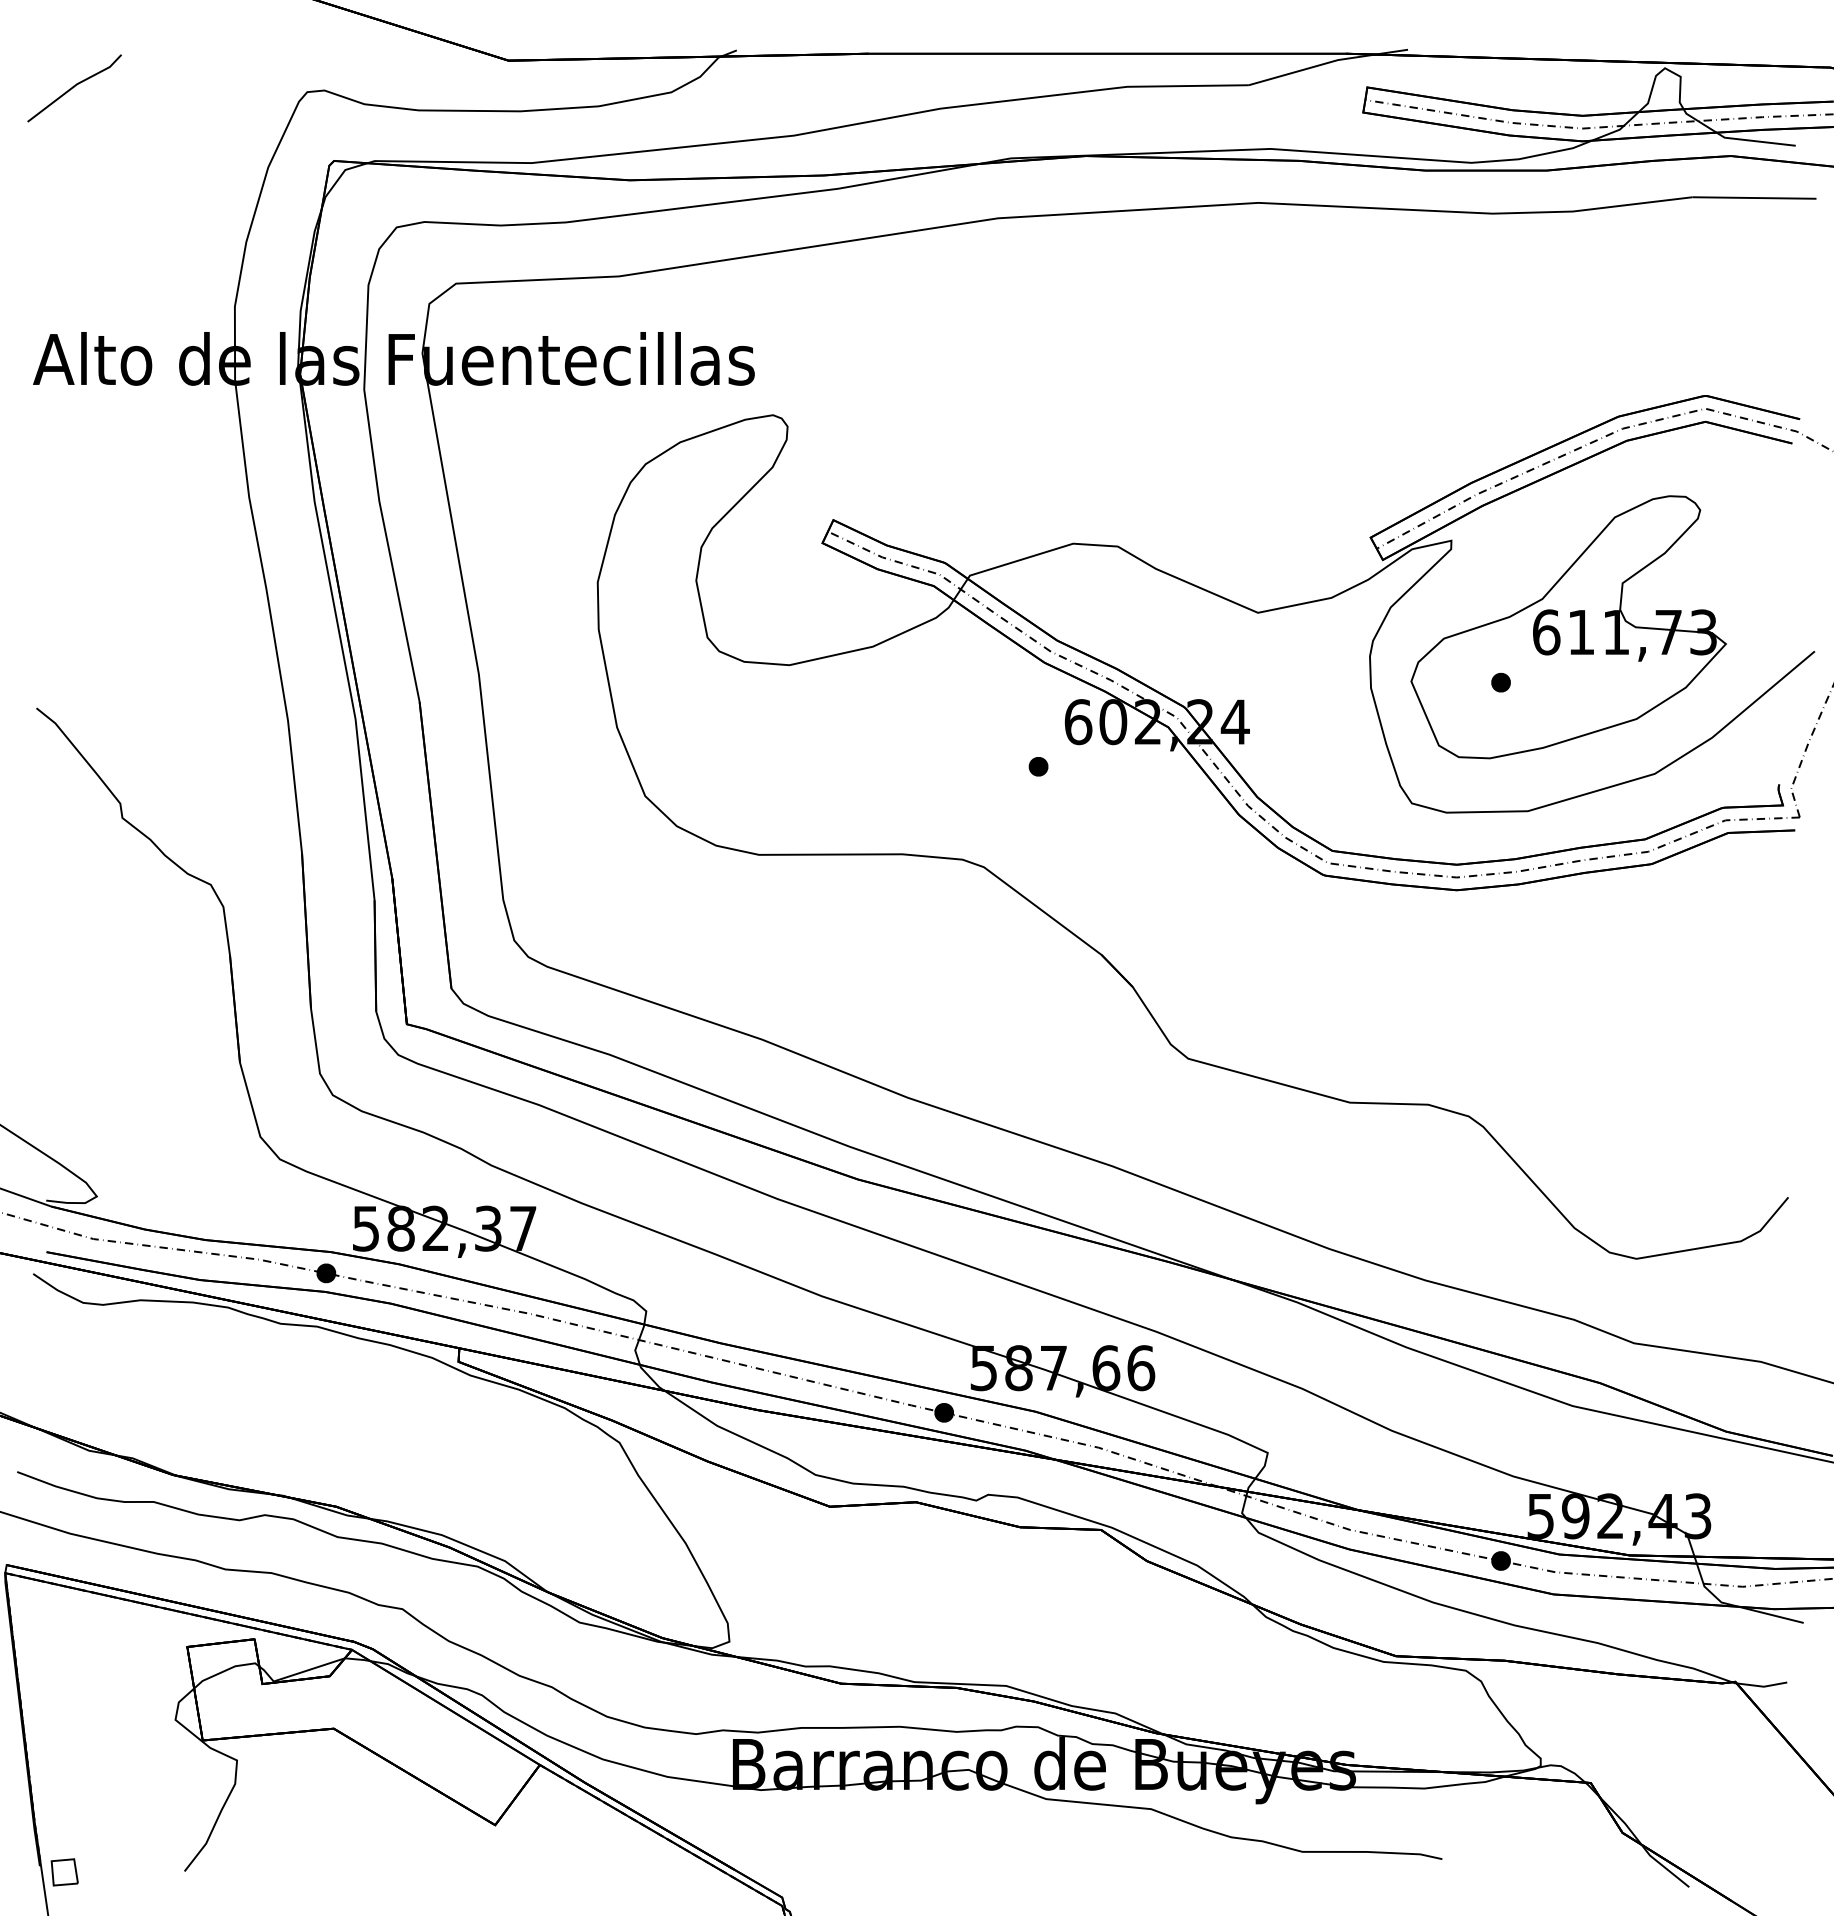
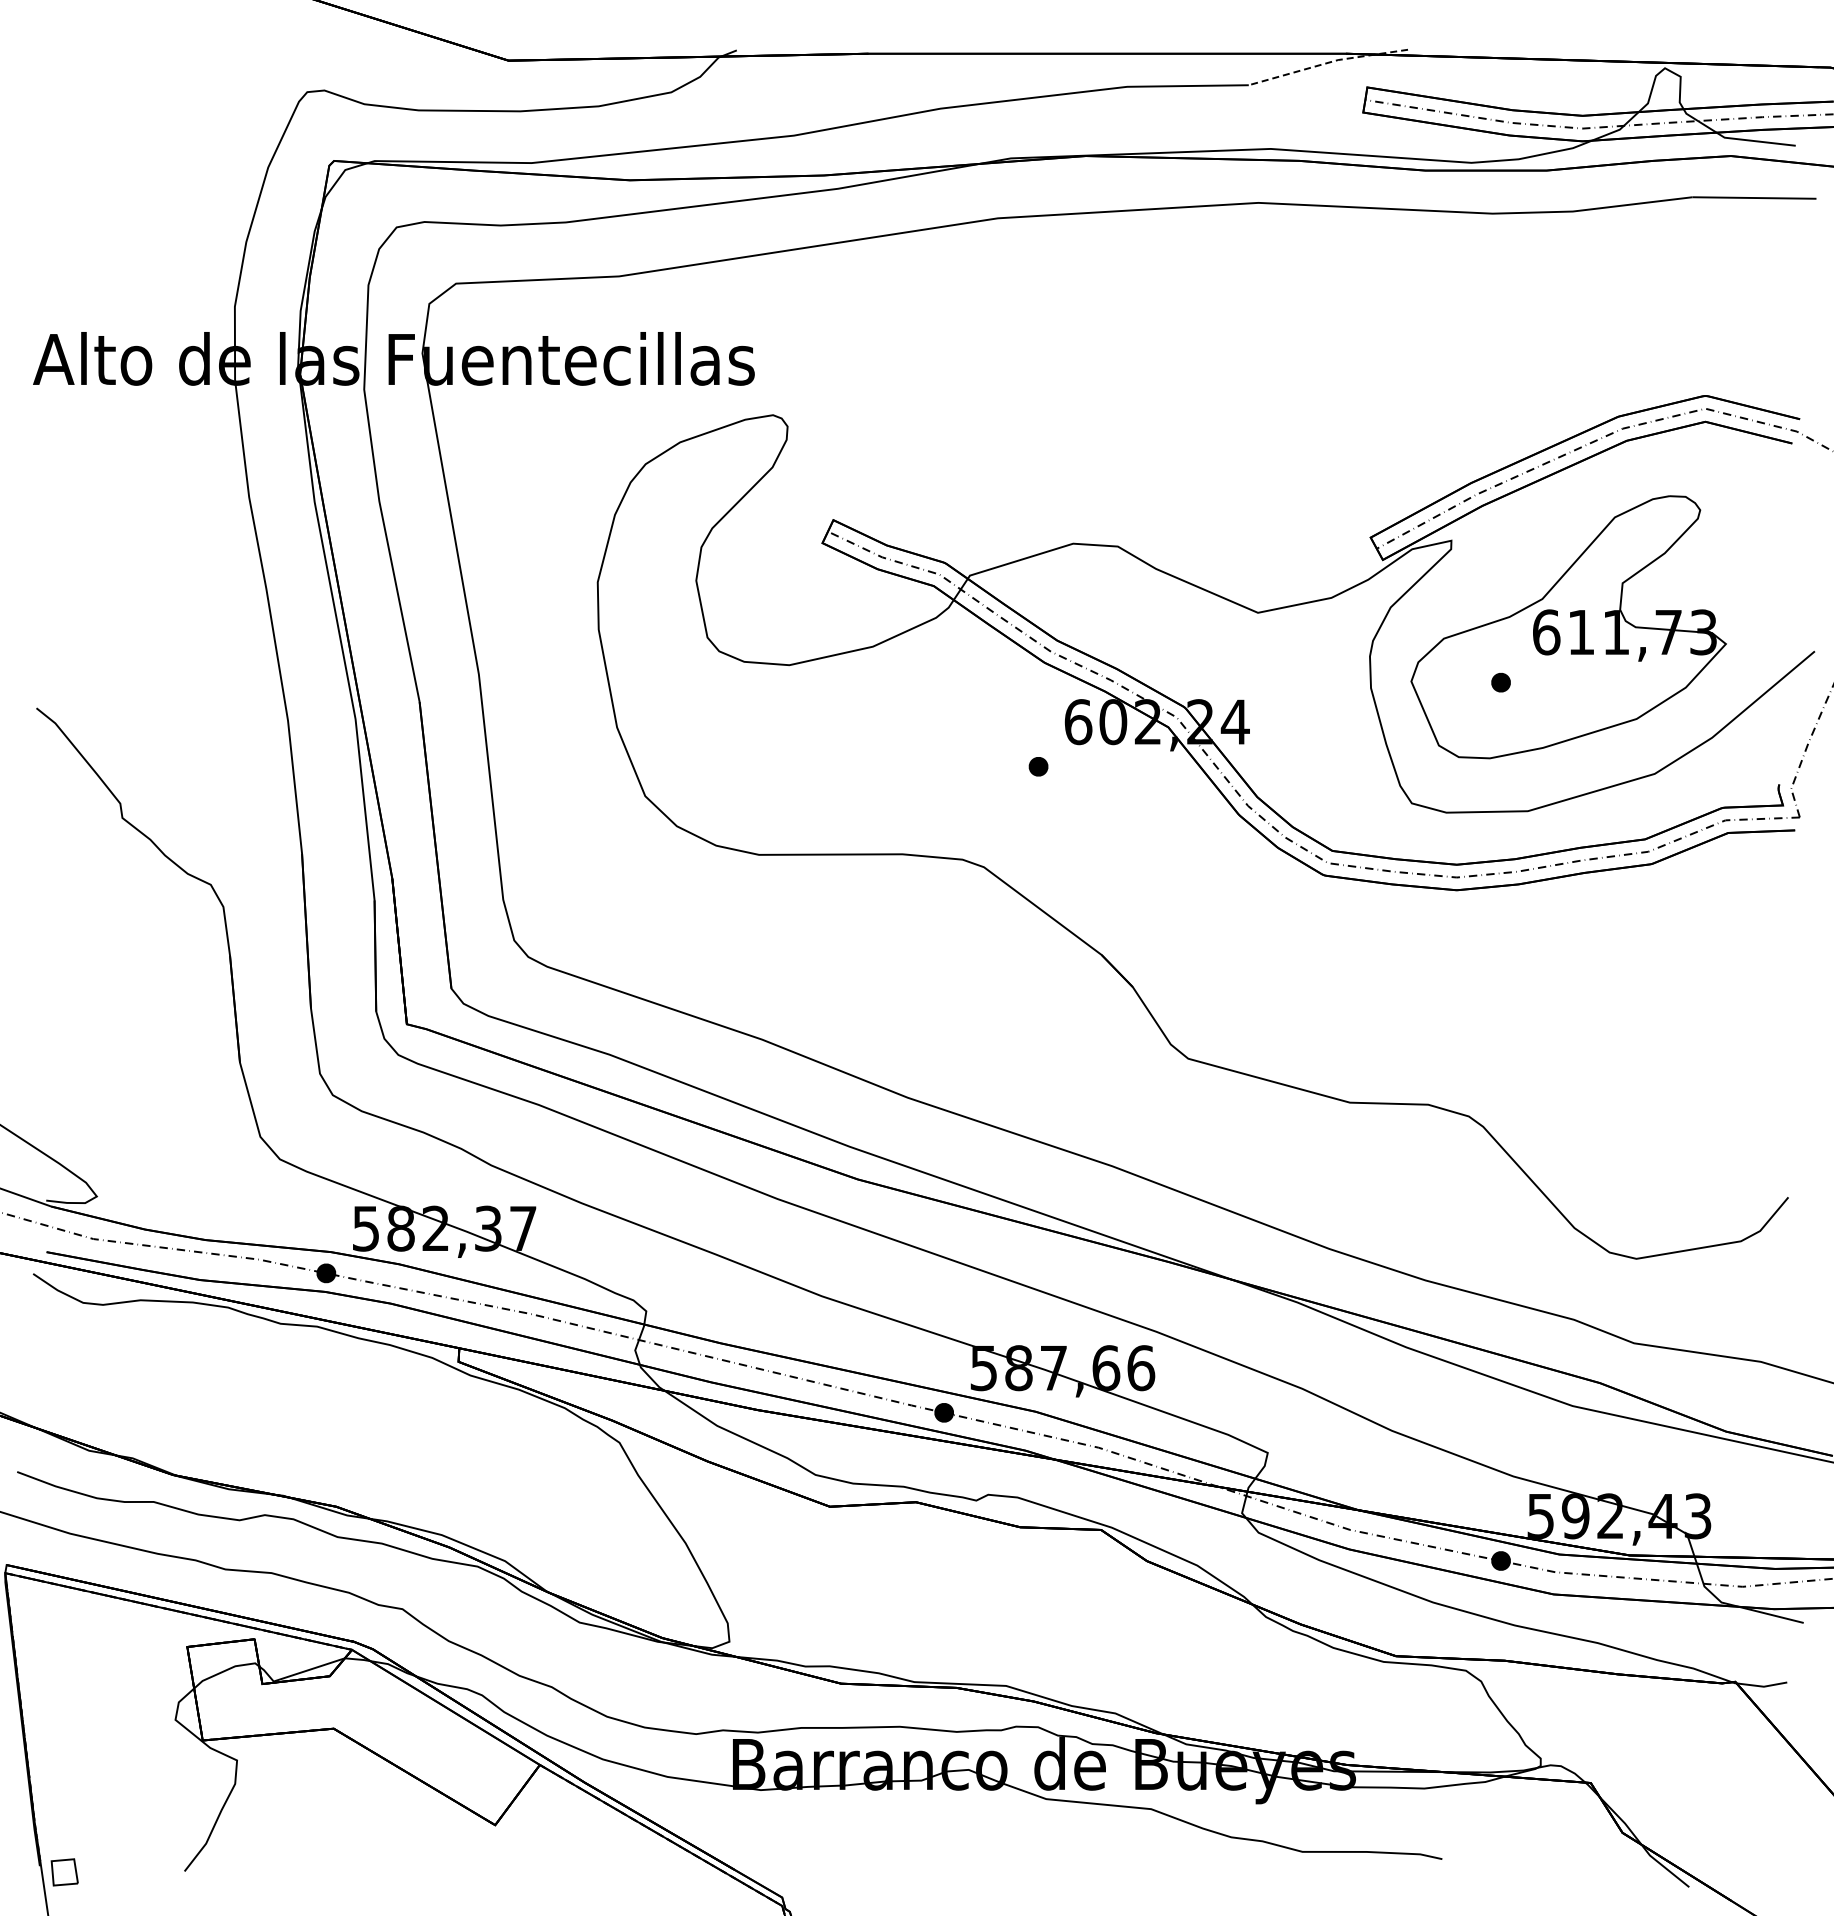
line at (1327, 63): solid -> dashed
line at (74, 87): present -> none
